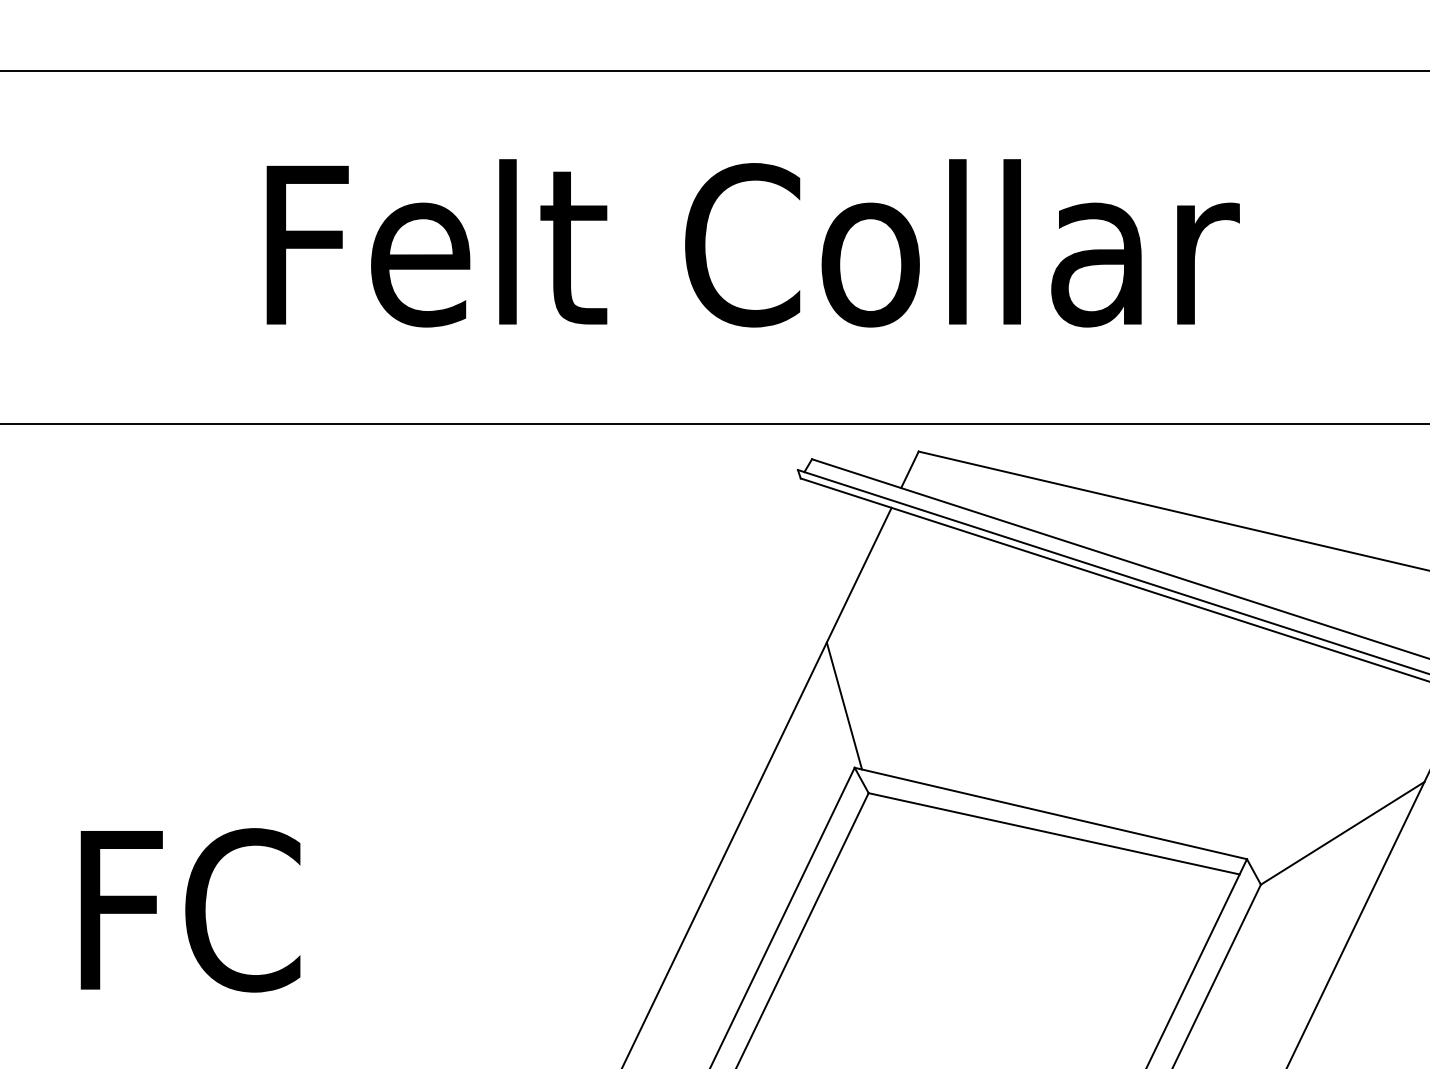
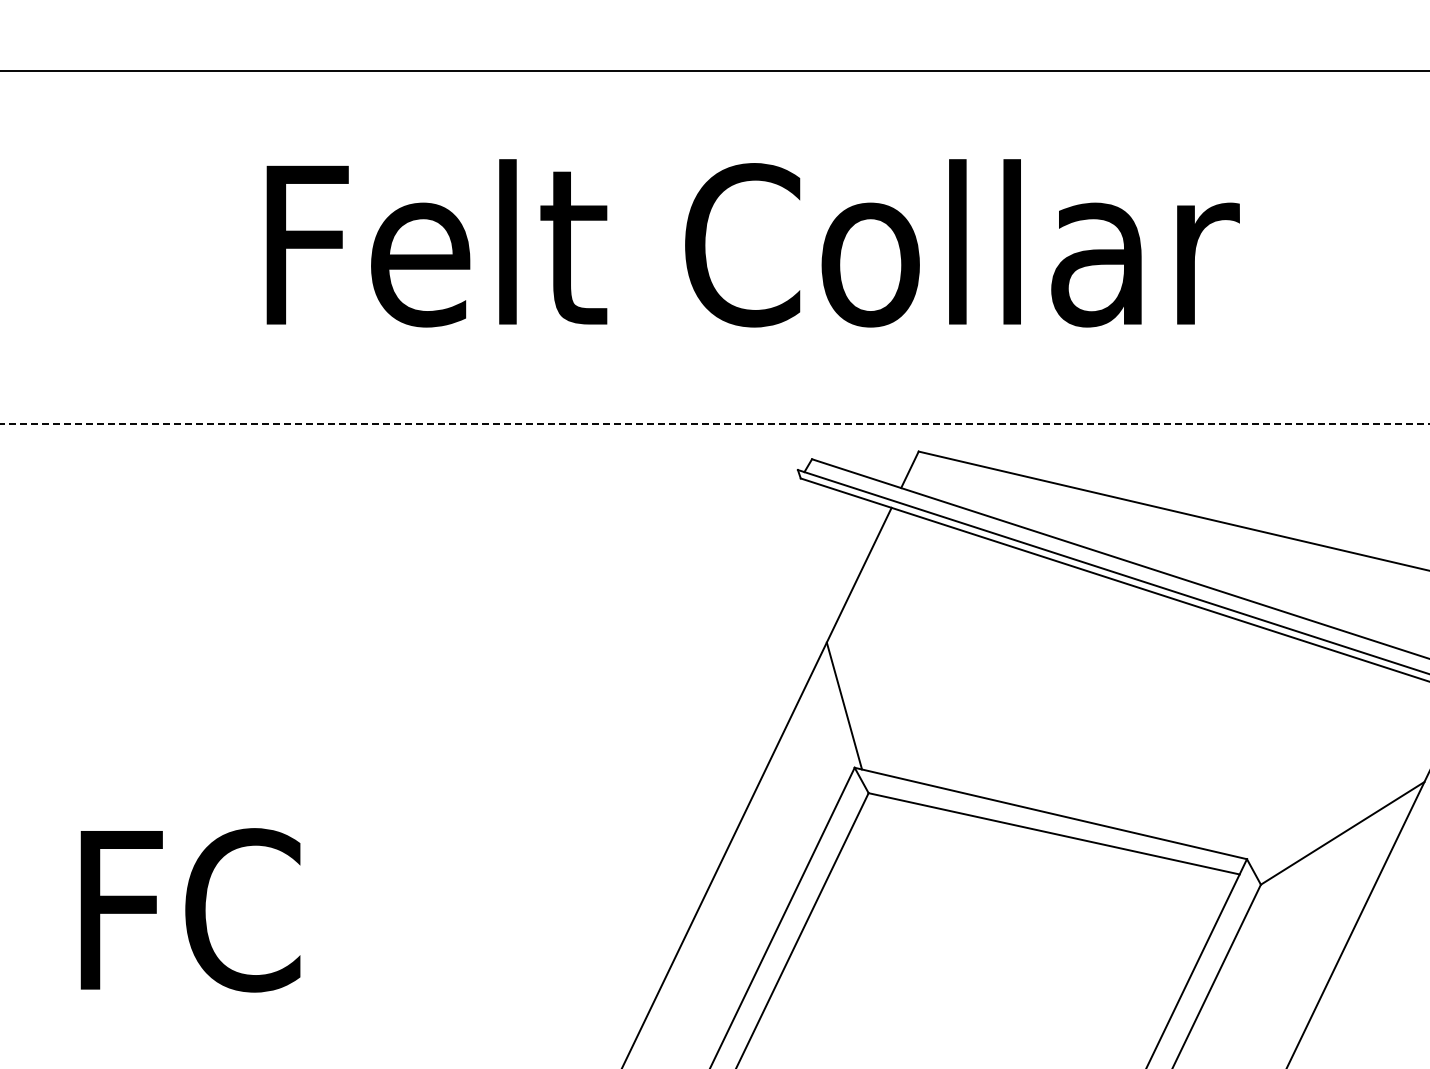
line at (715, 423): solid -> dashed
